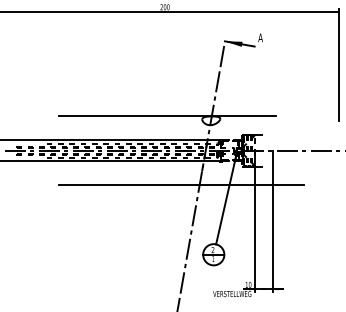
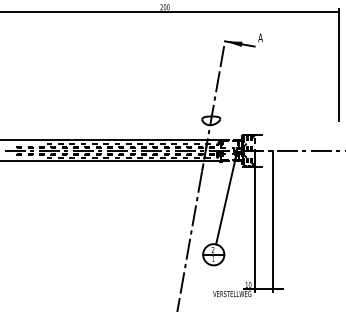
line at (167, 115): present -> none
line at (181, 185): present -> none
